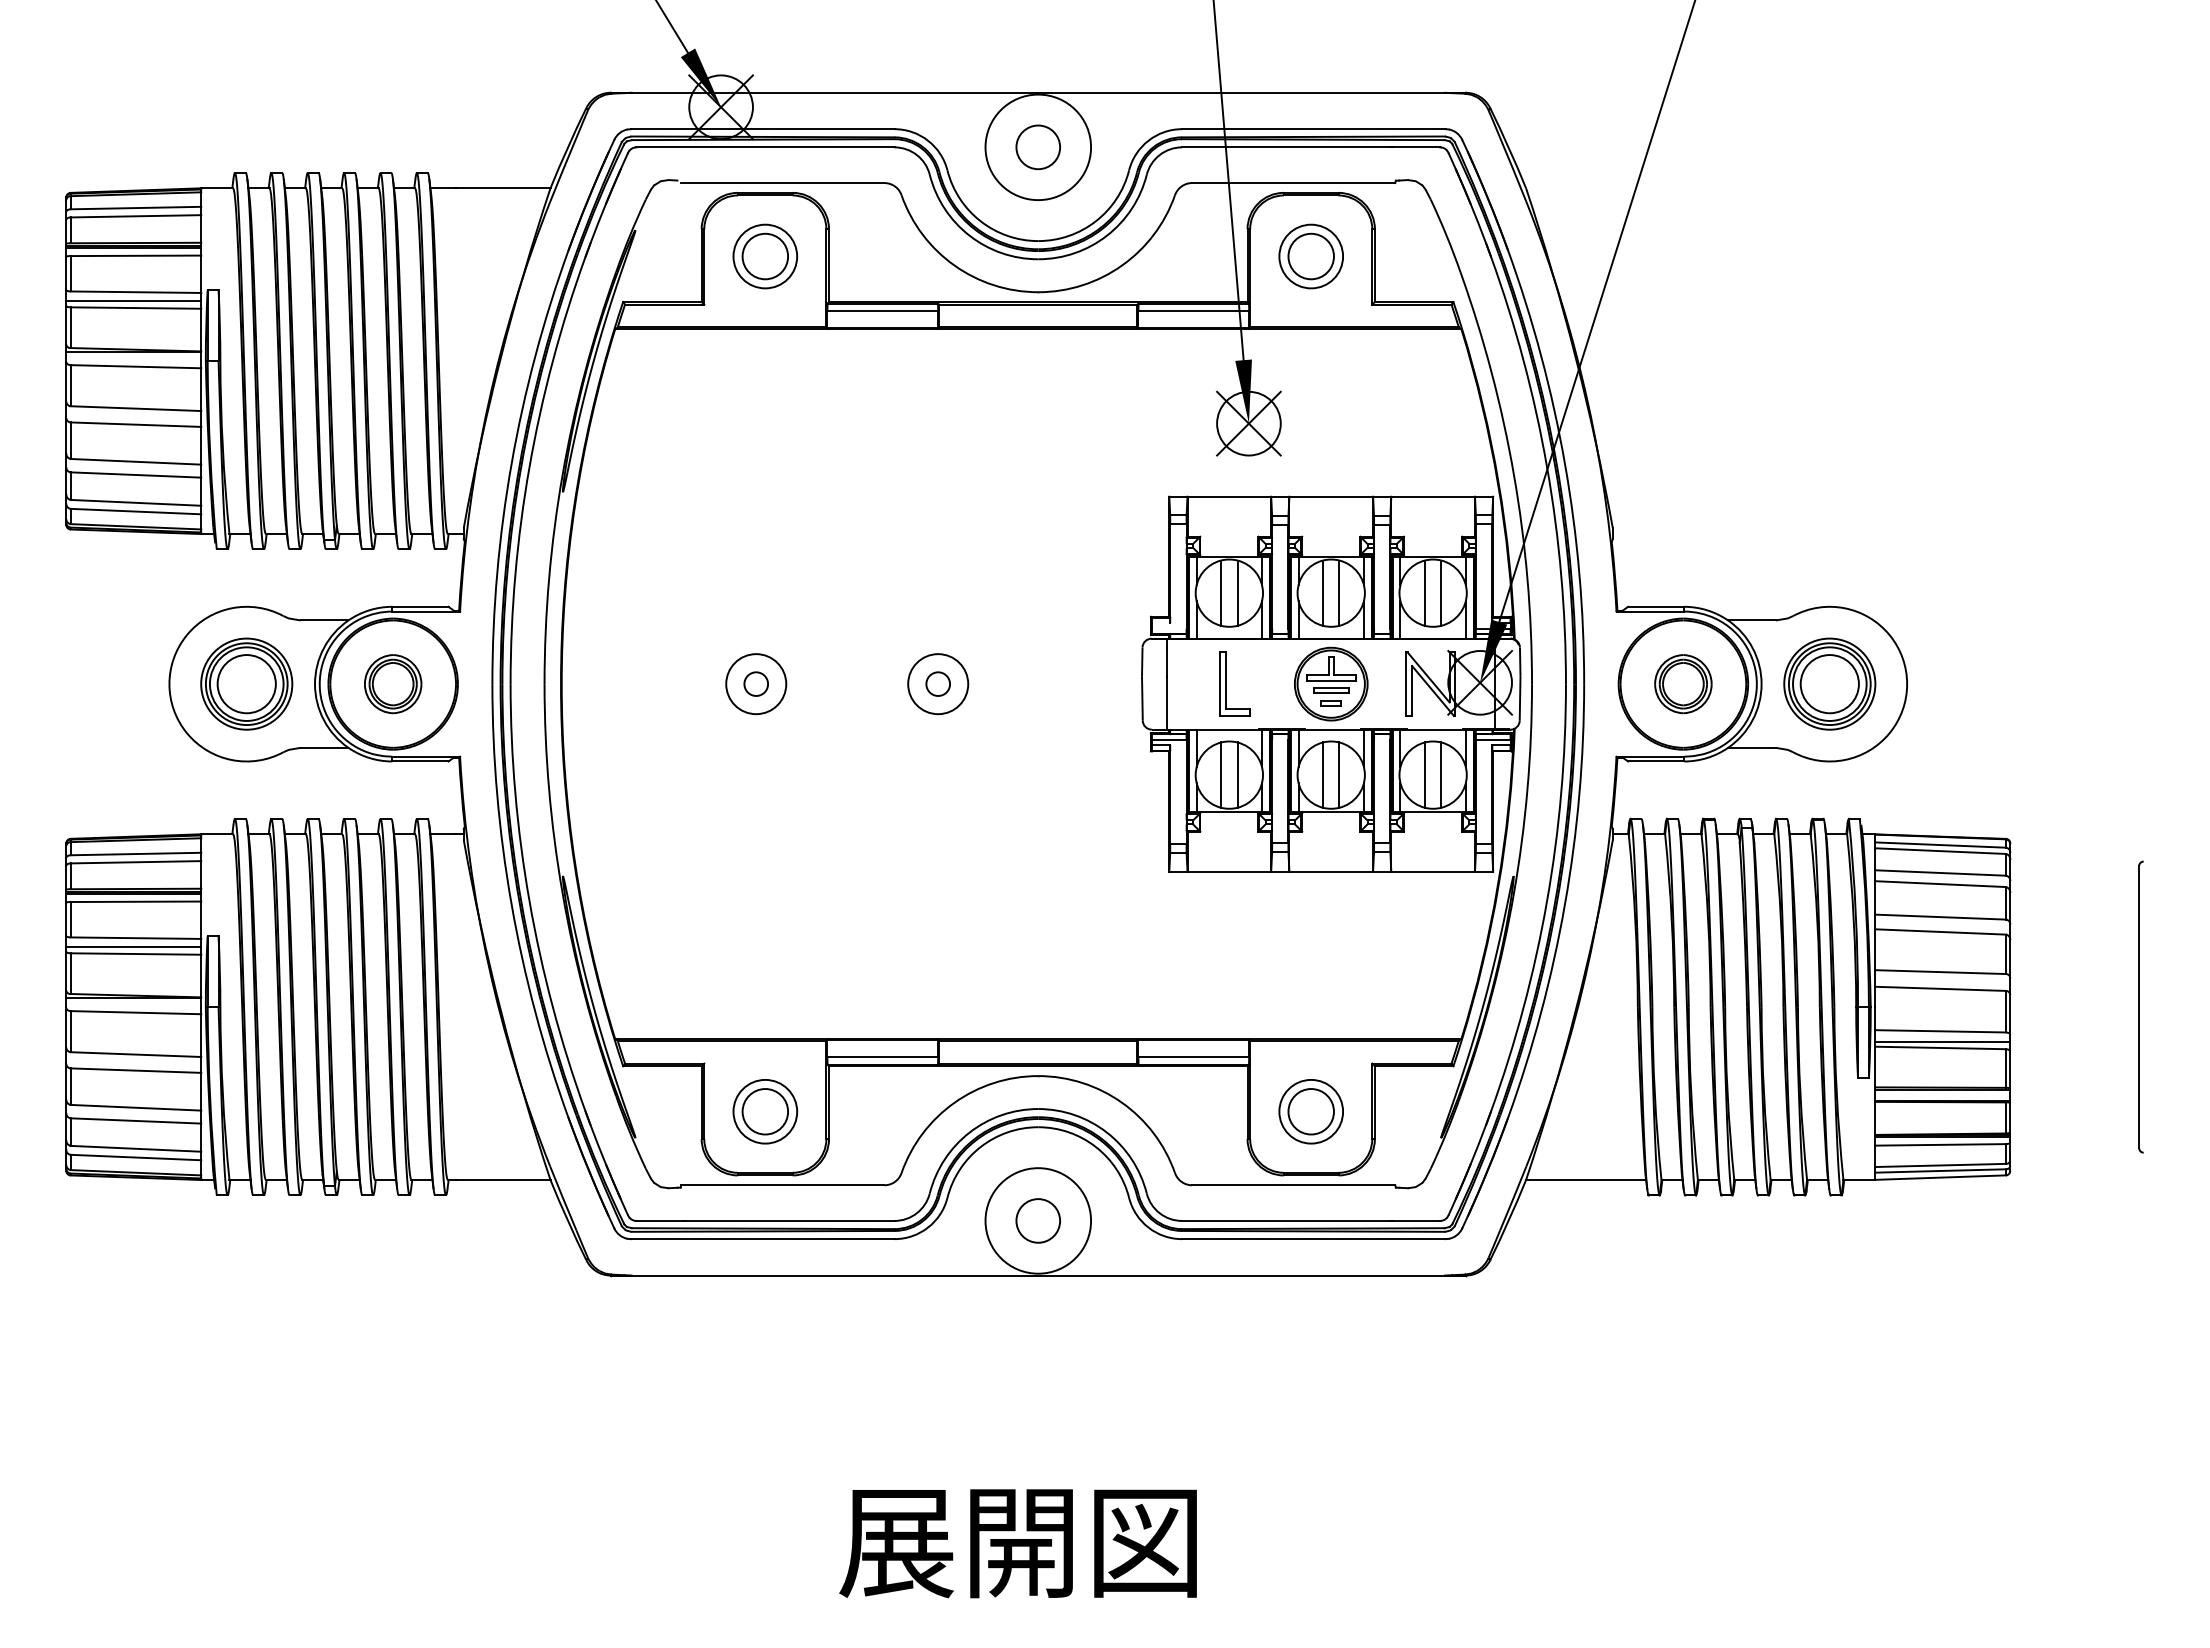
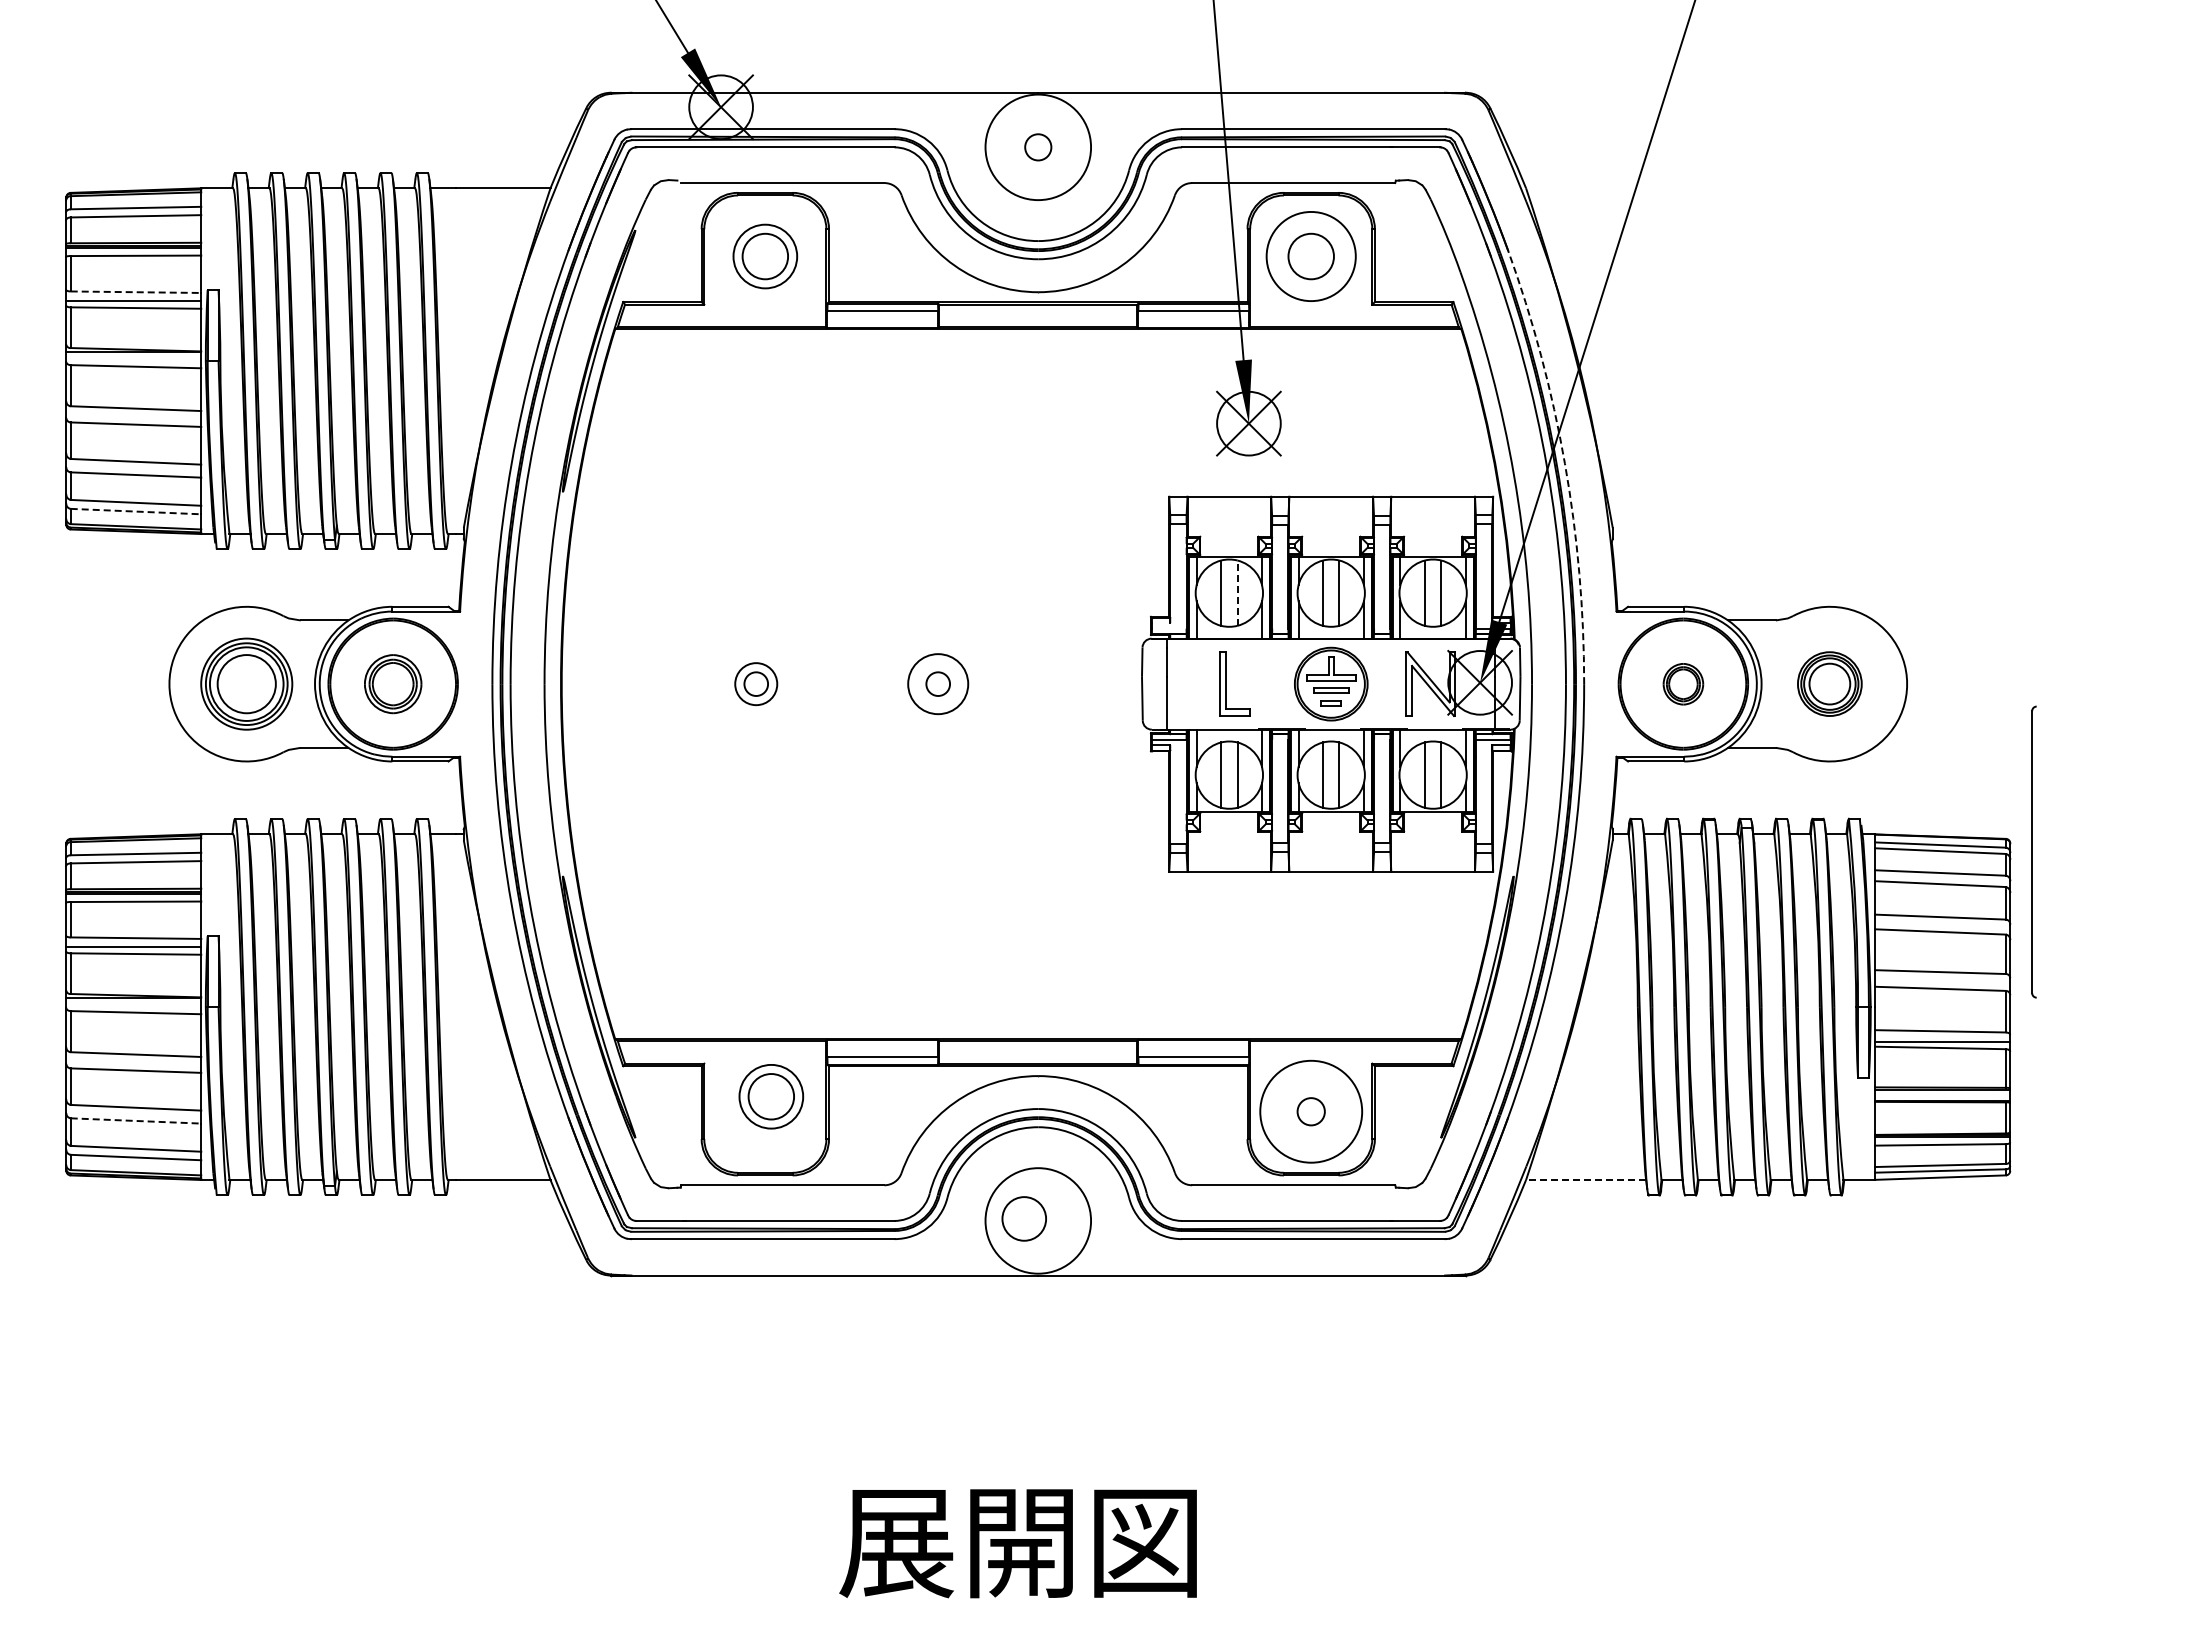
circle at (1038, 147) diameter: 44 px -> 26 px
circle at (1311, 256) diameter: 64 px -> 89 px
line at (136, 292): solid -> dashed
arc at (1564, 463): solid -> dashed
line at (136, 511): solid -> dashed
line at (1237, 593): solid -> dashed
part at (1829, 683) size: 94x94 px -> 66x66 px
circle at (756, 684) diameter: 60 px -> 42 px
part at (1683, 684) size: 59x61 px -> 43x43 px
part at (2140, 1006) position: (2140, 1006) -> (2033, 851)
part at (765, 1111) position: (765, 1111) -> (771, 1096)
circle at (1310, 1111) diameter: 45 px -> 27 px
circle at (1311, 1111) diameter: 64 px -> 102 px
line at (136, 1120): solid -> dashed
line at (1585, 1180): solid -> dashed
circle at (1037, 1220) position: (1037, 1220) -> (1023, 1218)
